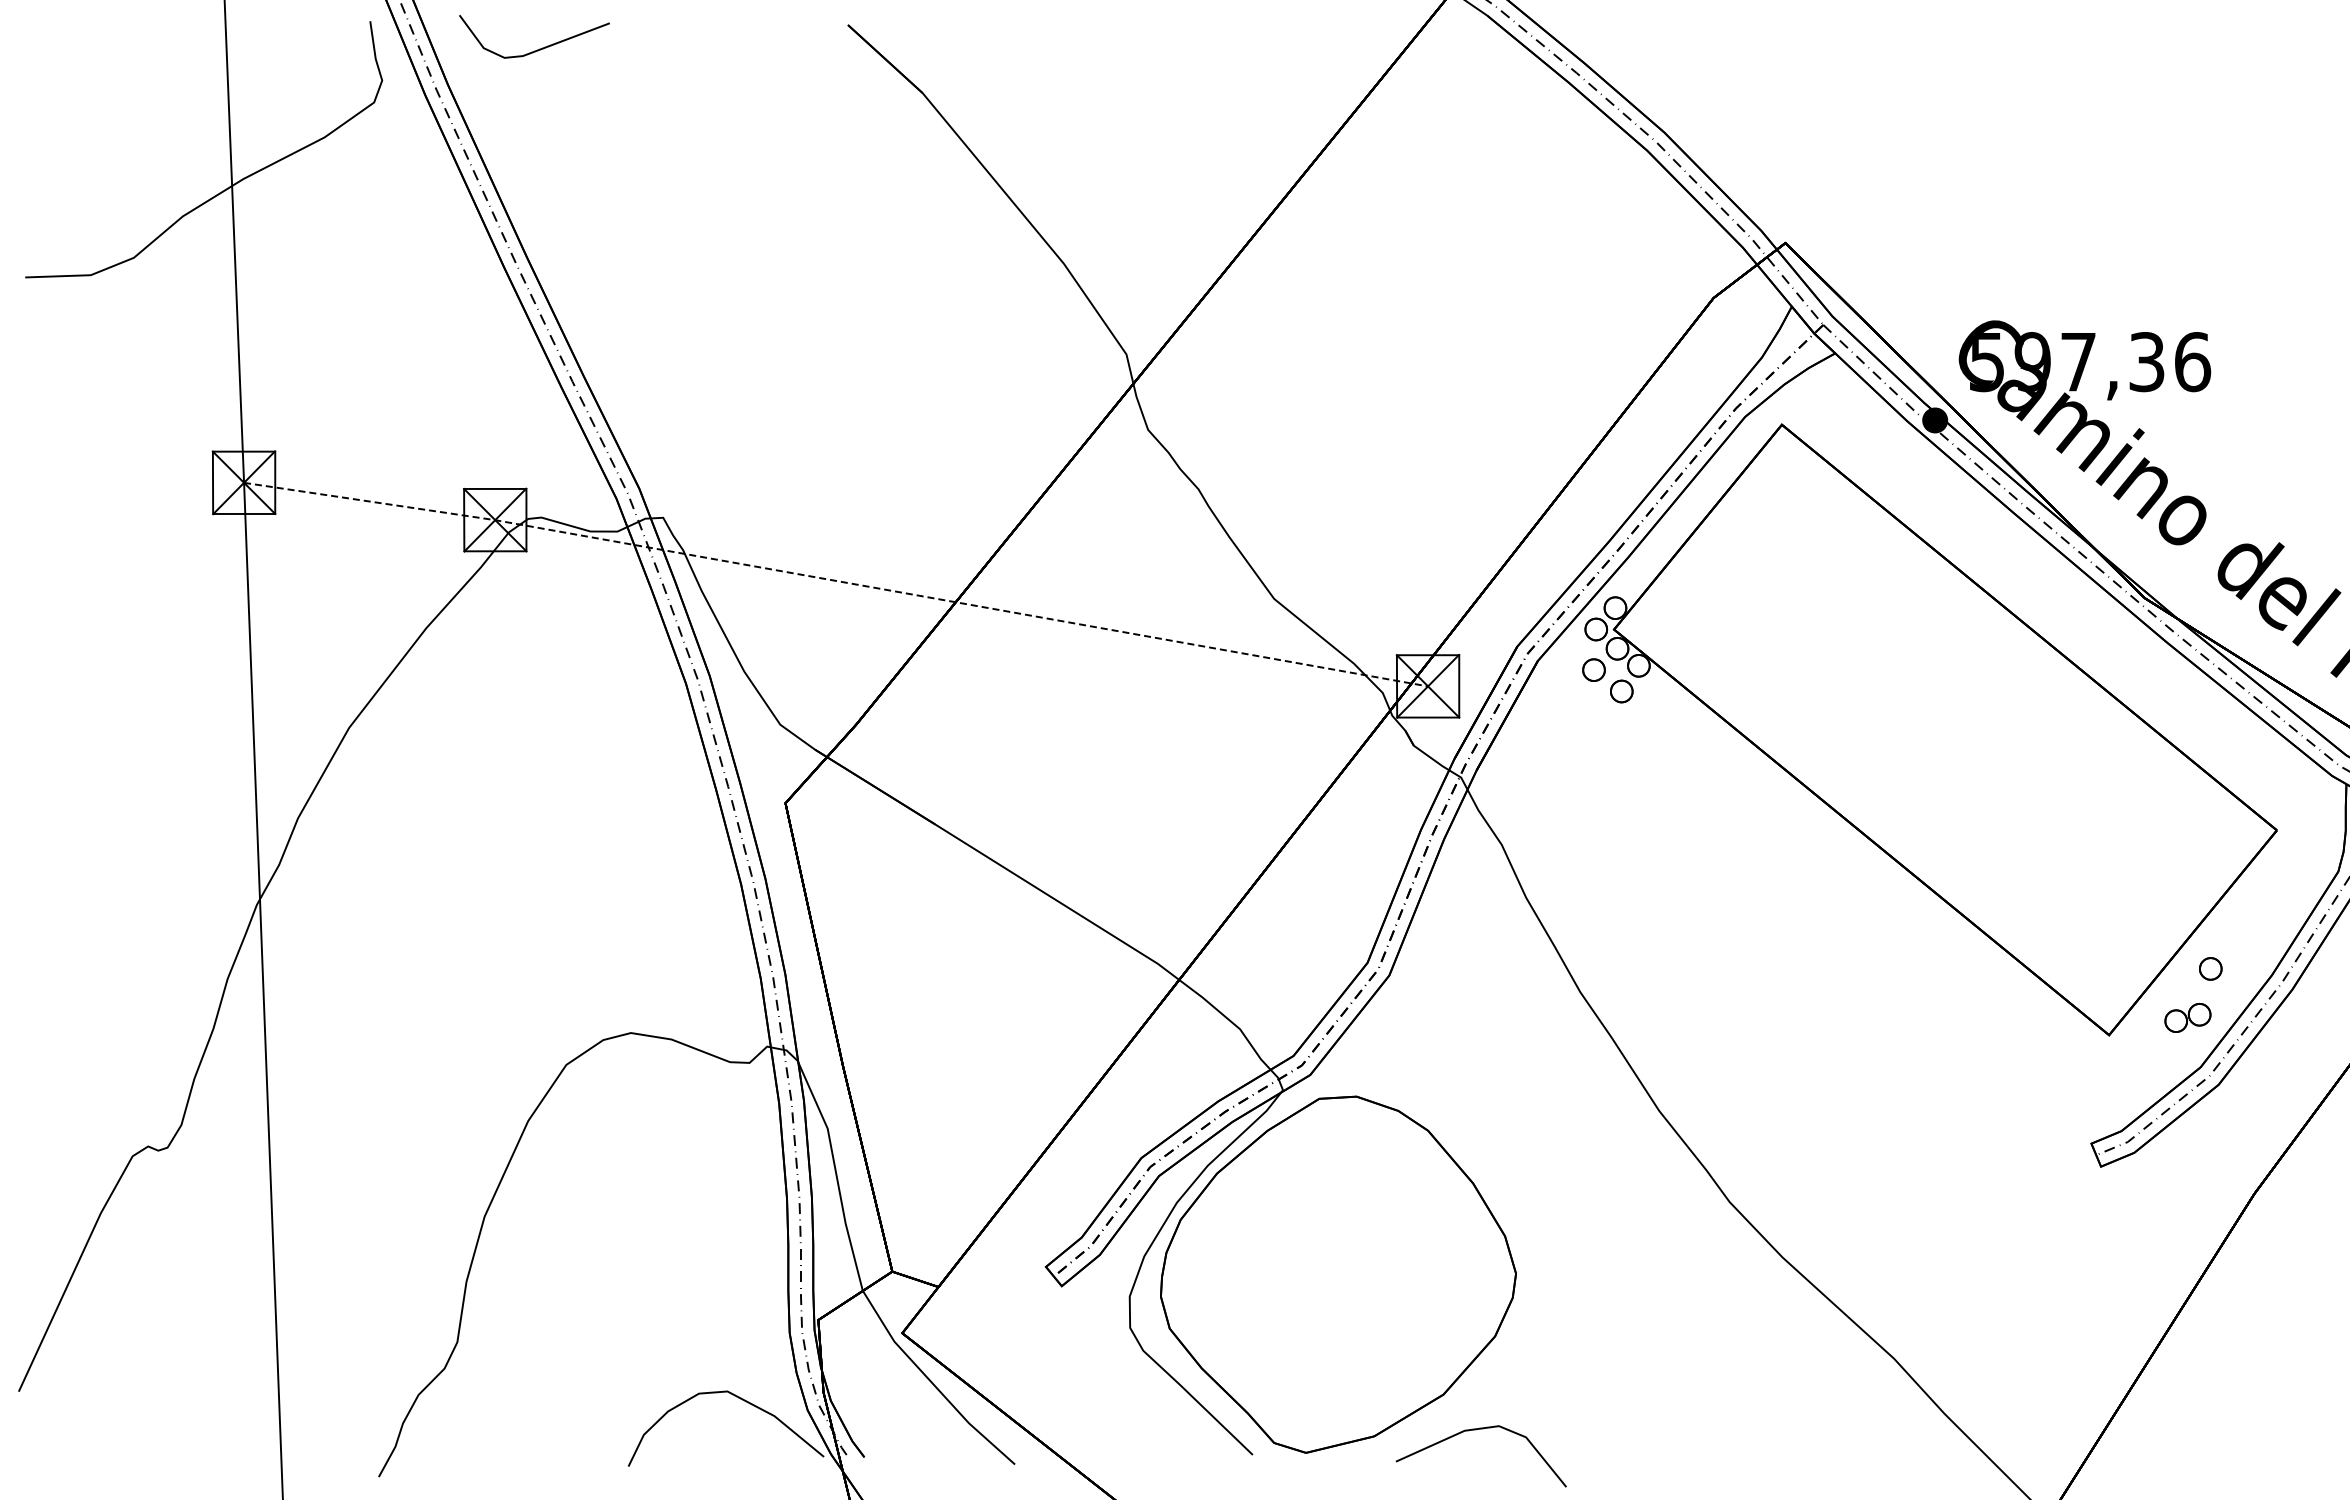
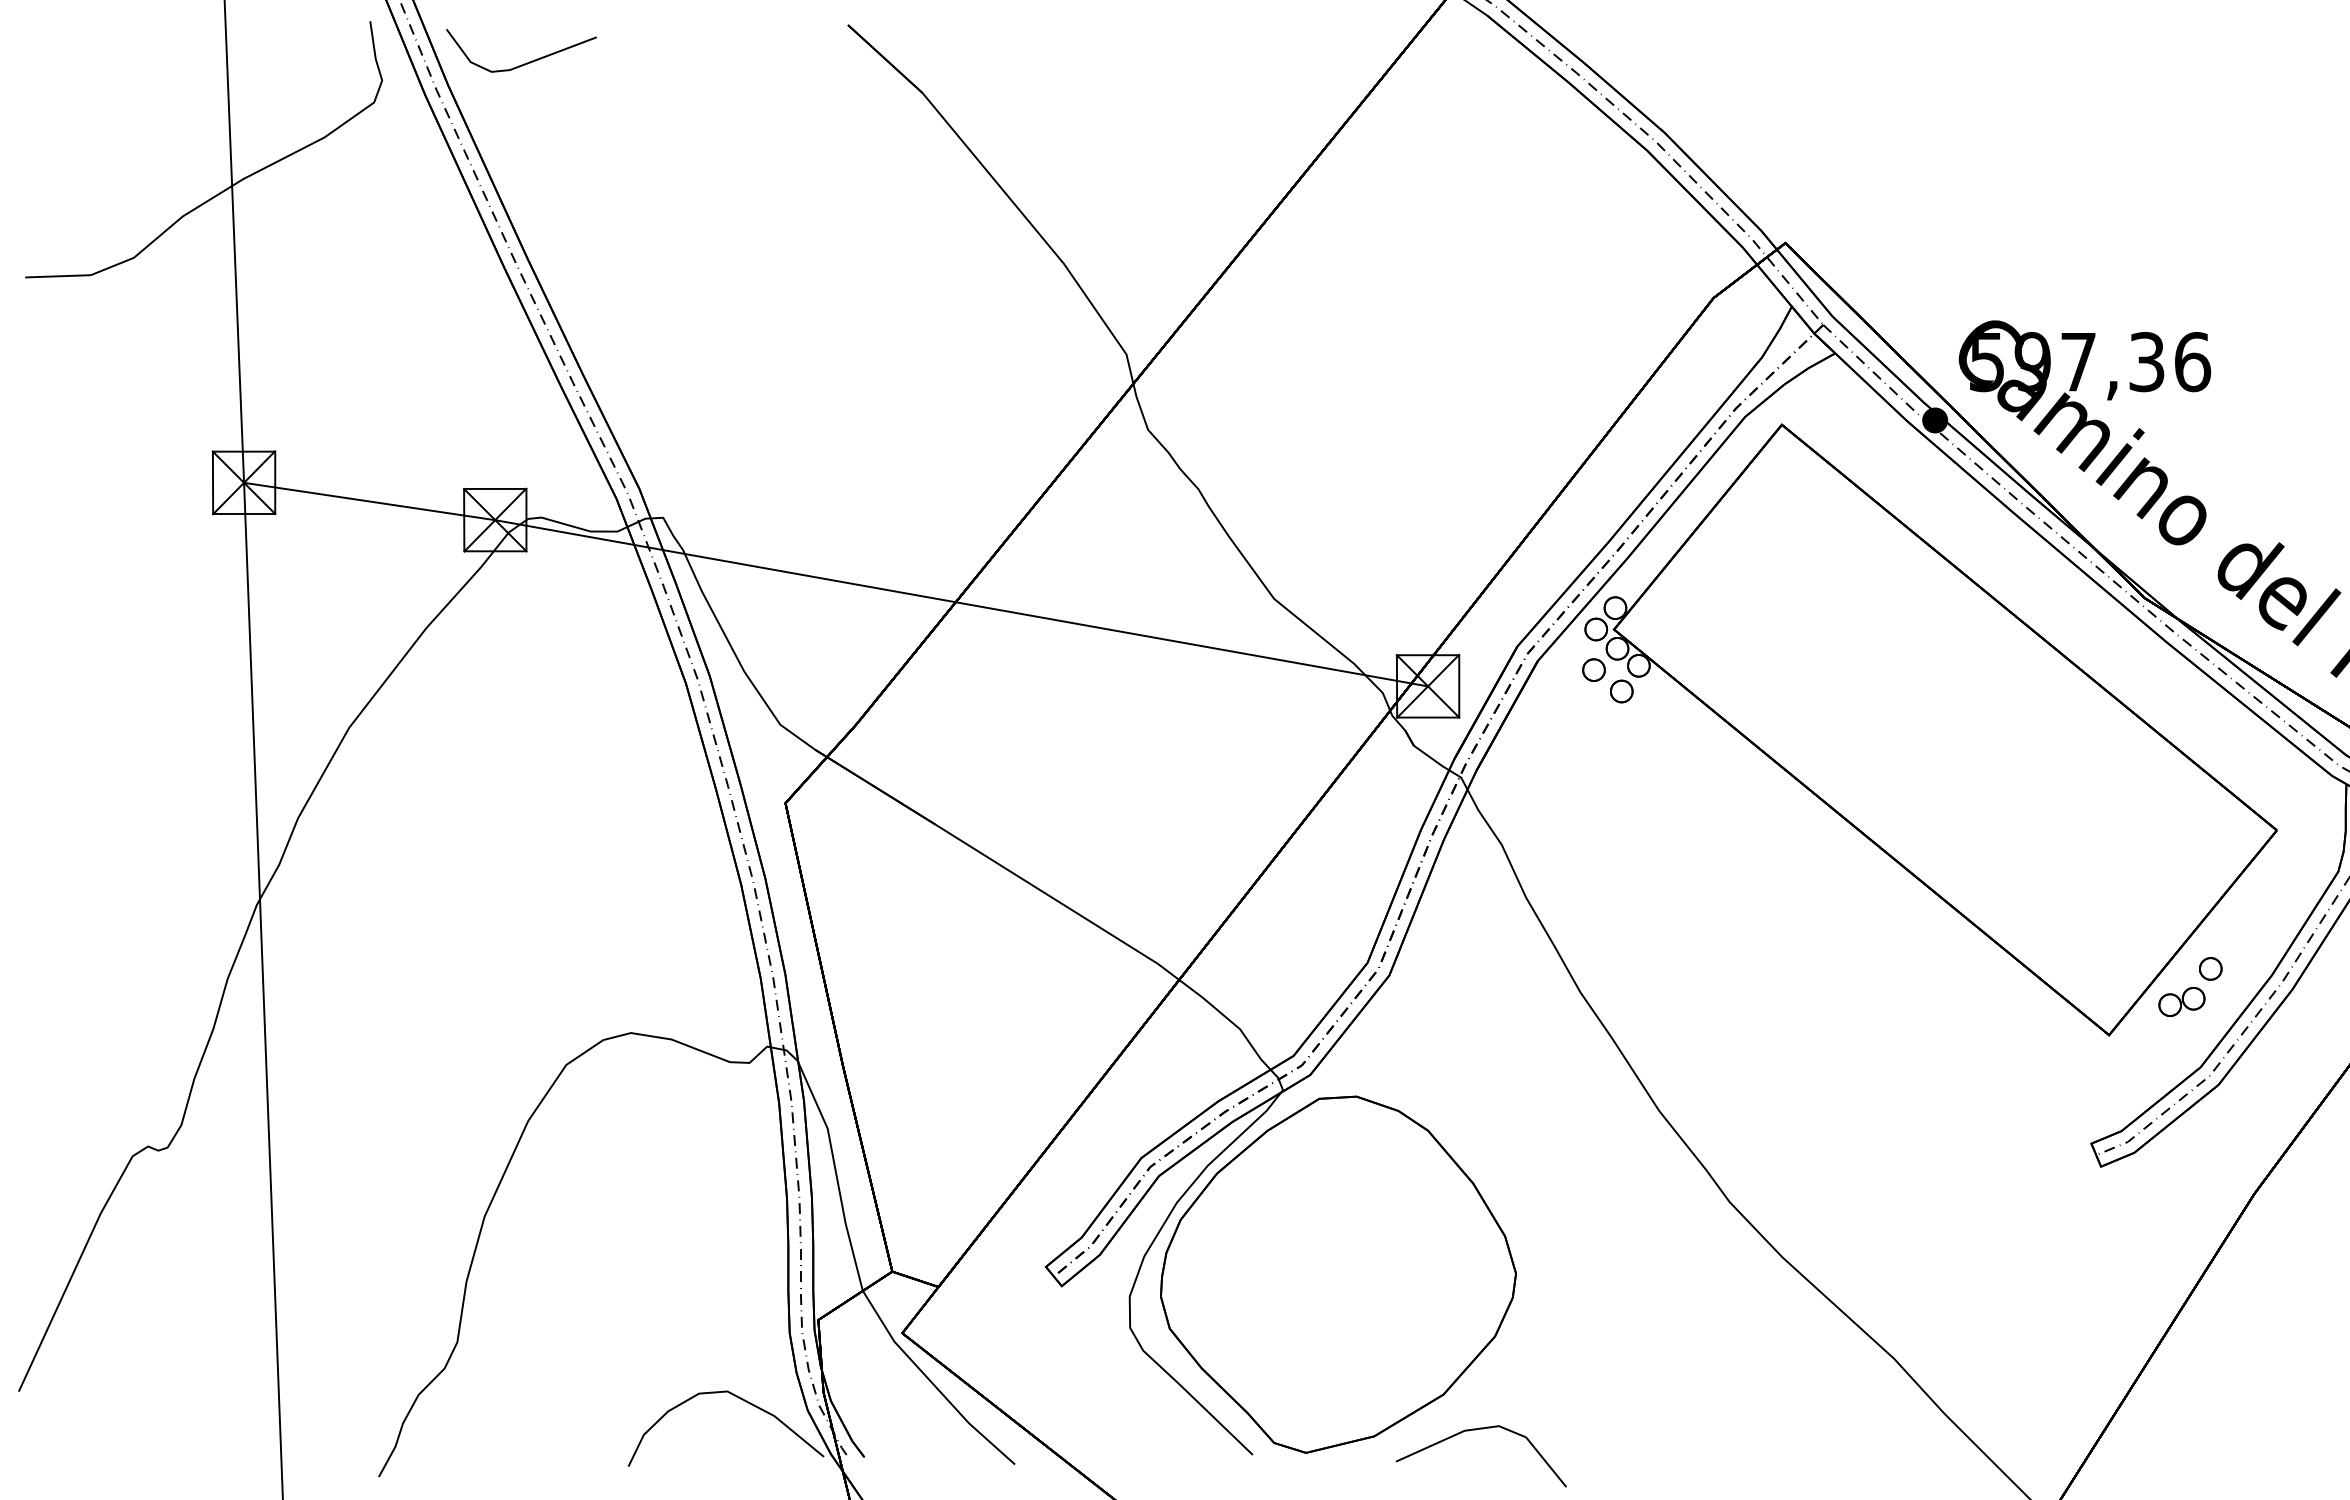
line at (539, 48) position: (539, 48) -> (526, 62)
line at (836, 581): dashed -> solid
part at (2187, 1017) position: (2187, 1017) -> (2181, 1001)
